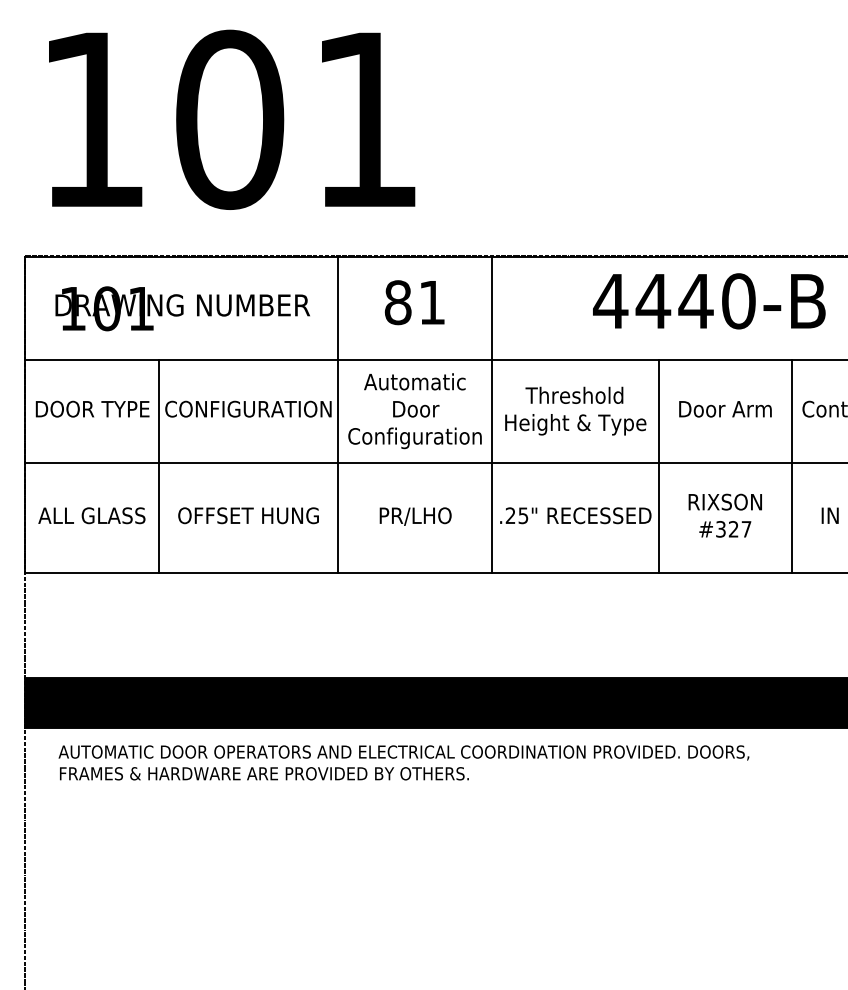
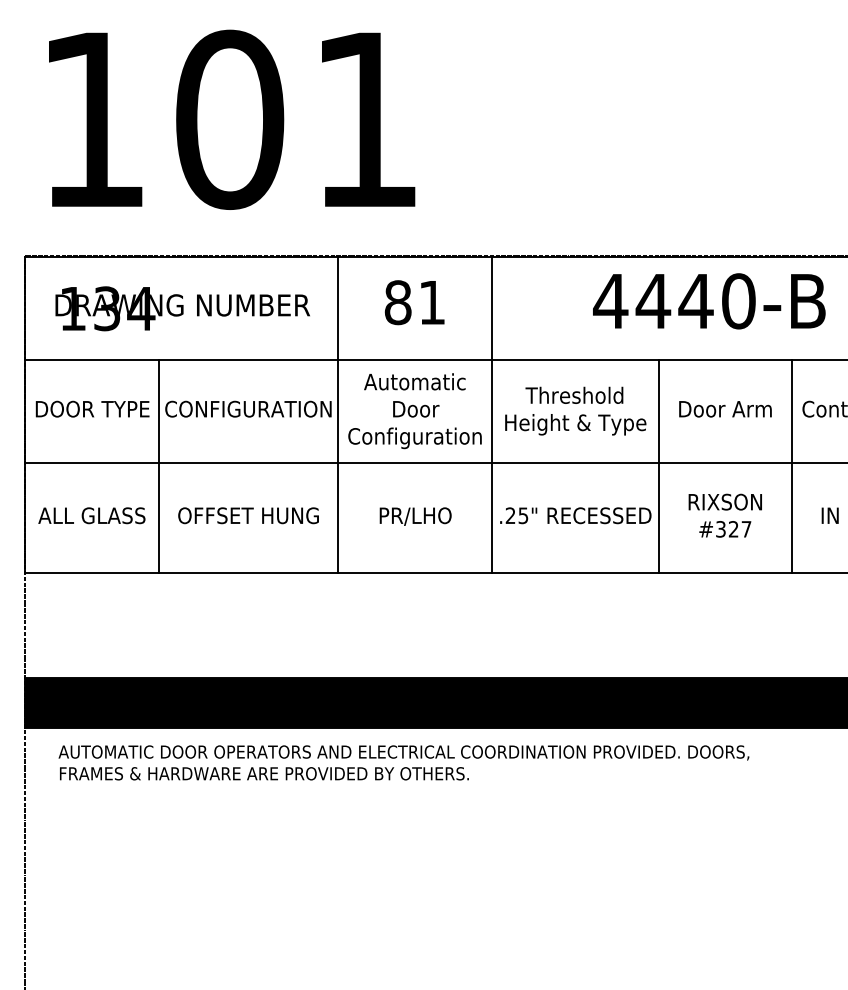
text at (124, 308): 101 -> 134
